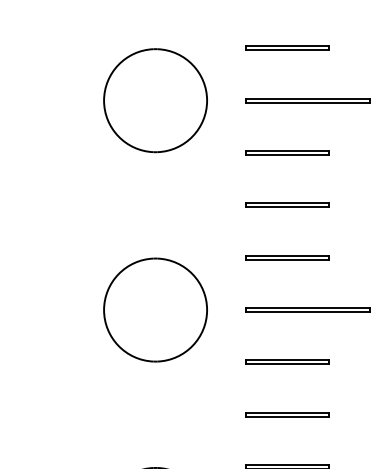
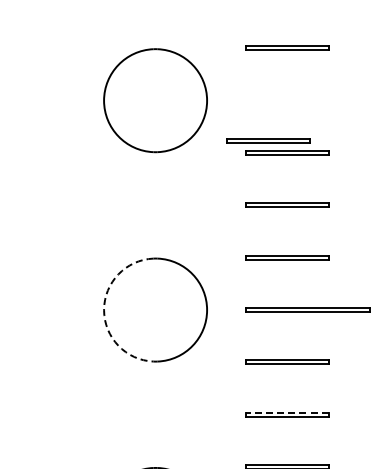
part at (307, 100): present -> none
part at (268, 140): none -> present
arc at (104, 310): solid -> dashed
line at (286, 412): solid -> dashed
